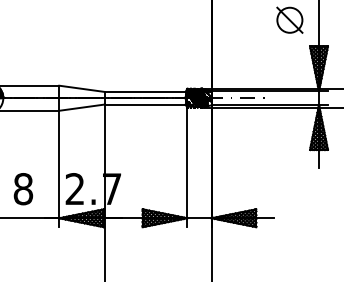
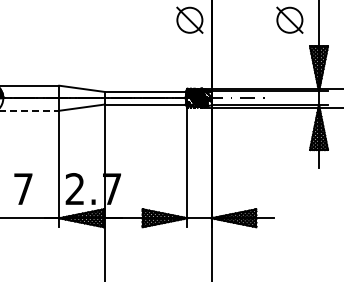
part at (189, 19): none -> present
line at (30, 110): solid -> dashed
text at (23, 189): 8 -> 7
